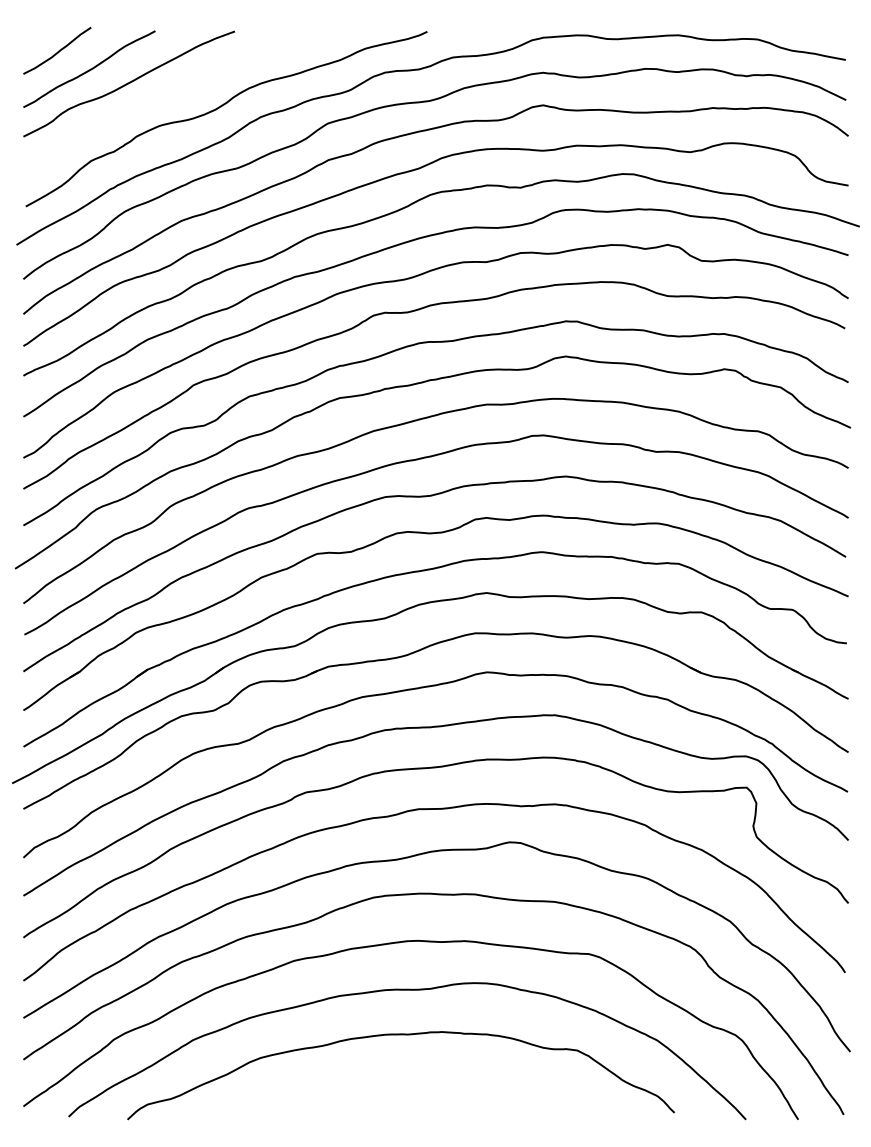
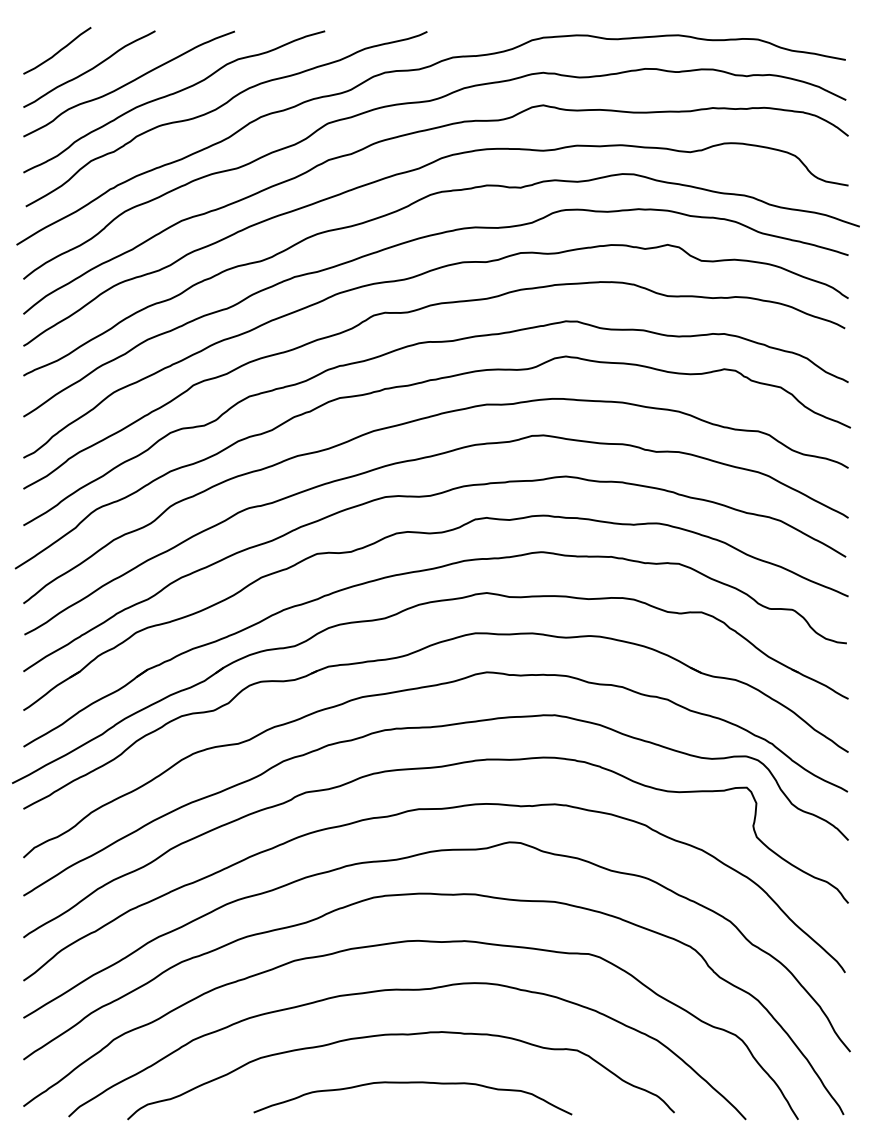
curve at (171, 95): none -> present
curve at (412, 1083): none -> present
